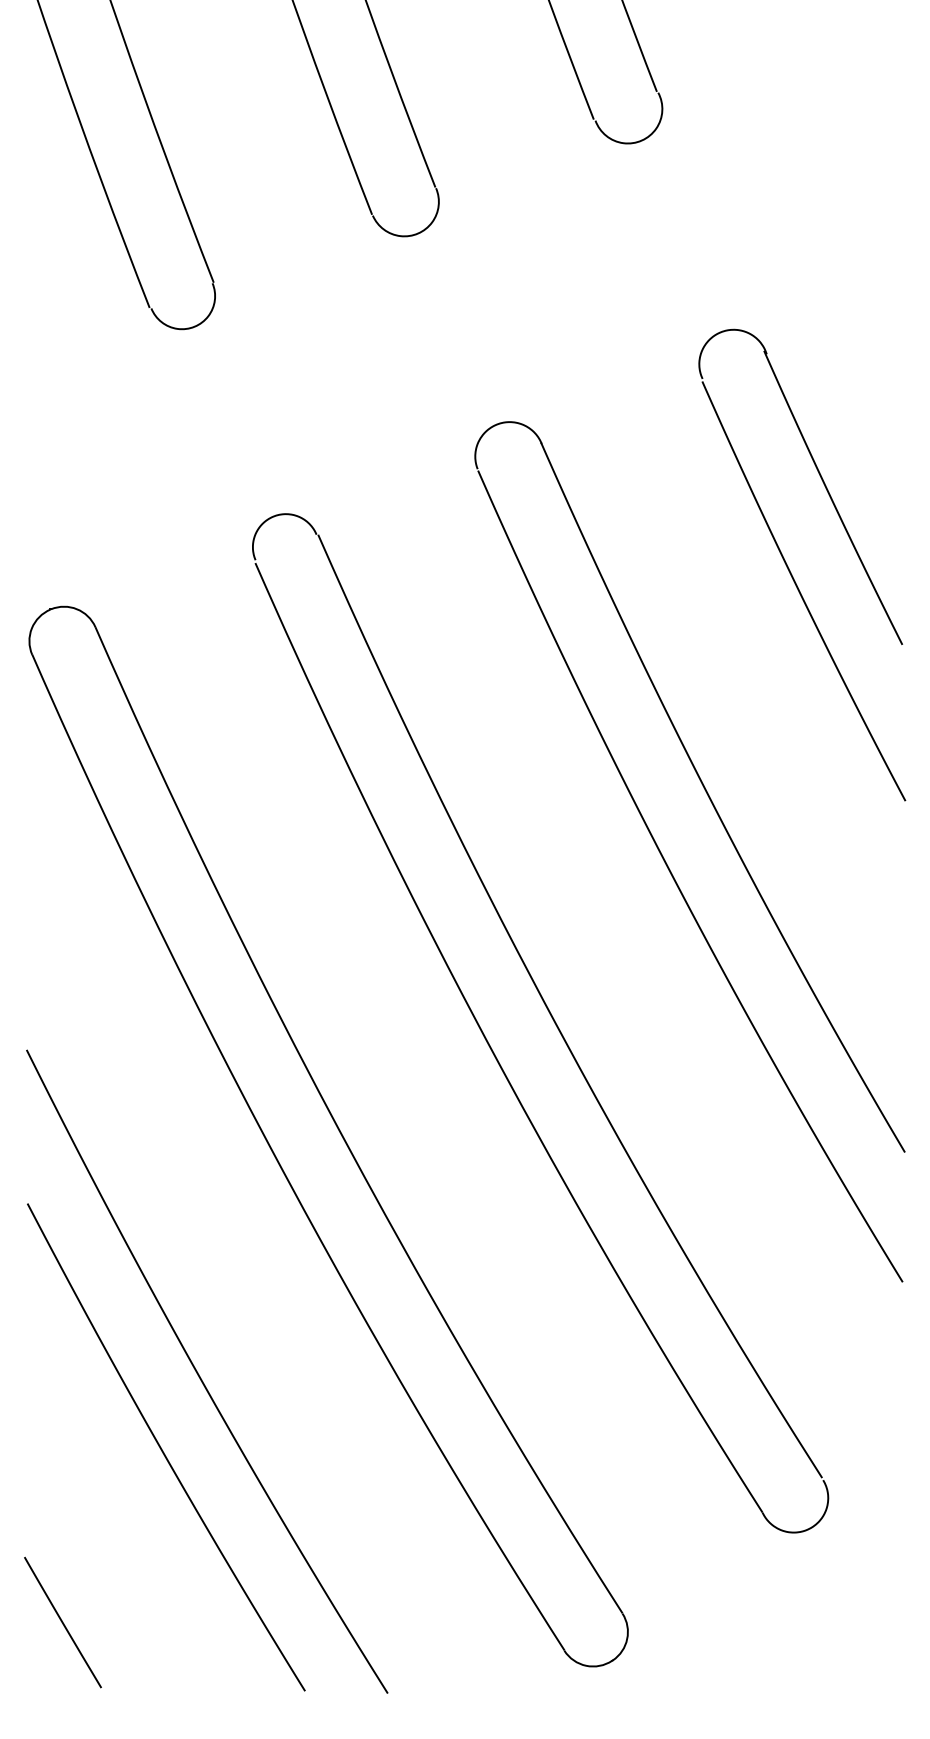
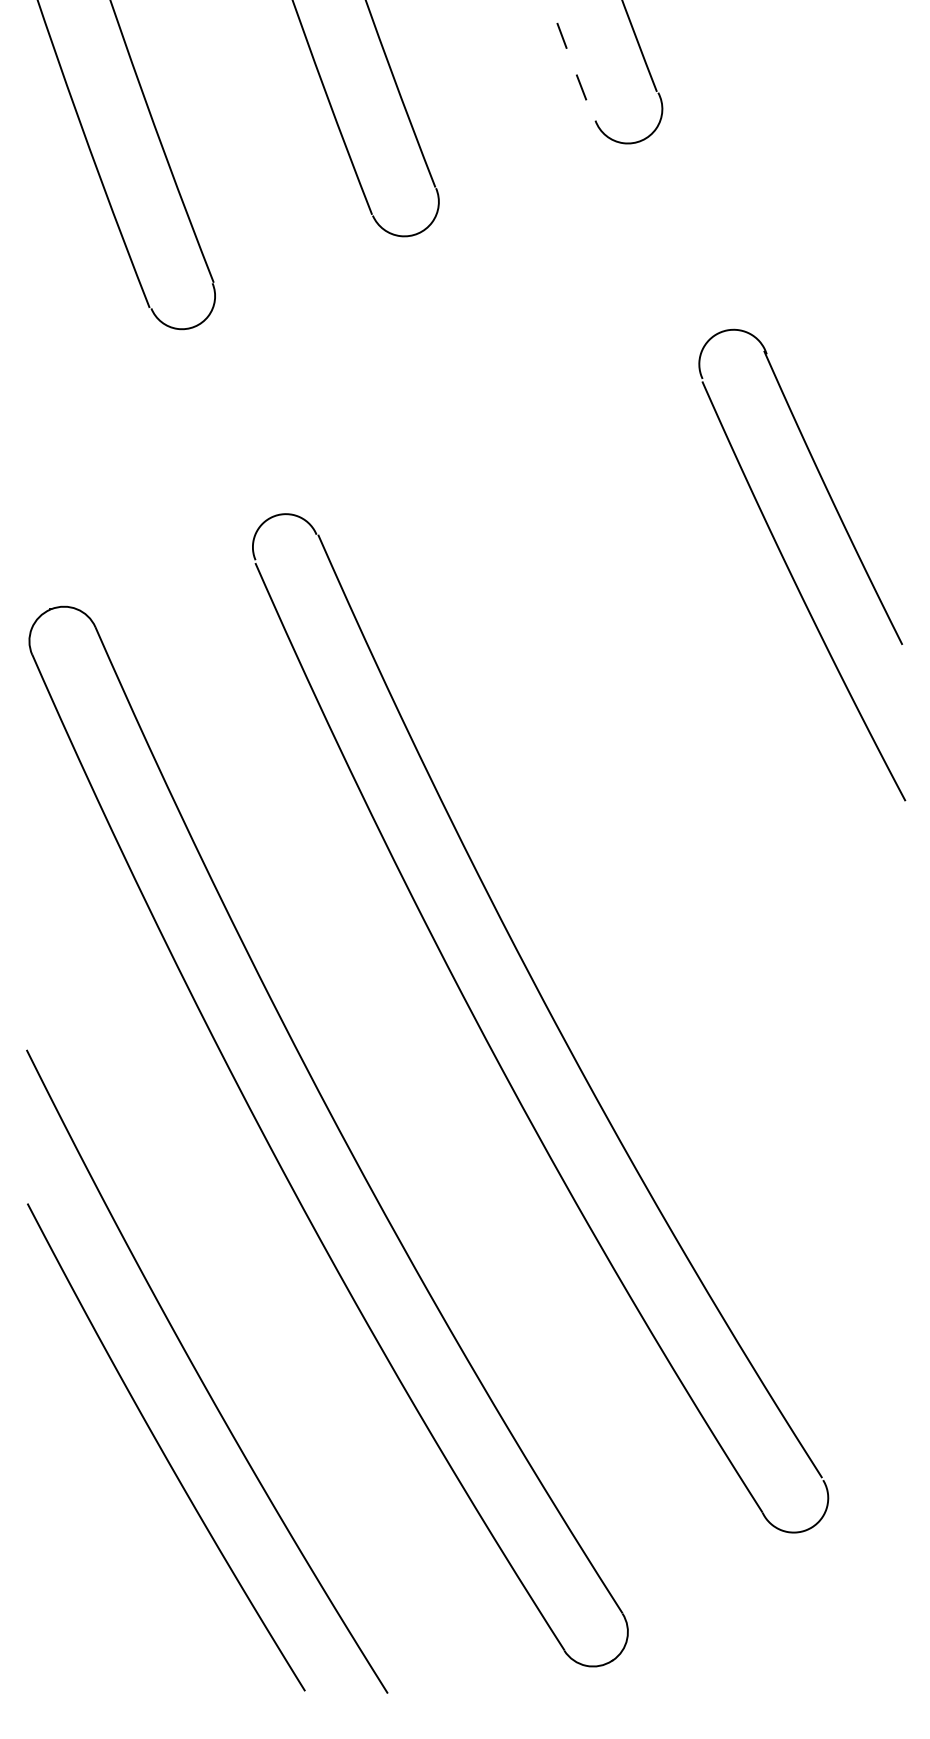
arc at (571, 60): solid -> dashed
part at (667, 863): present -> none
line at (62, 1622): present -> none
